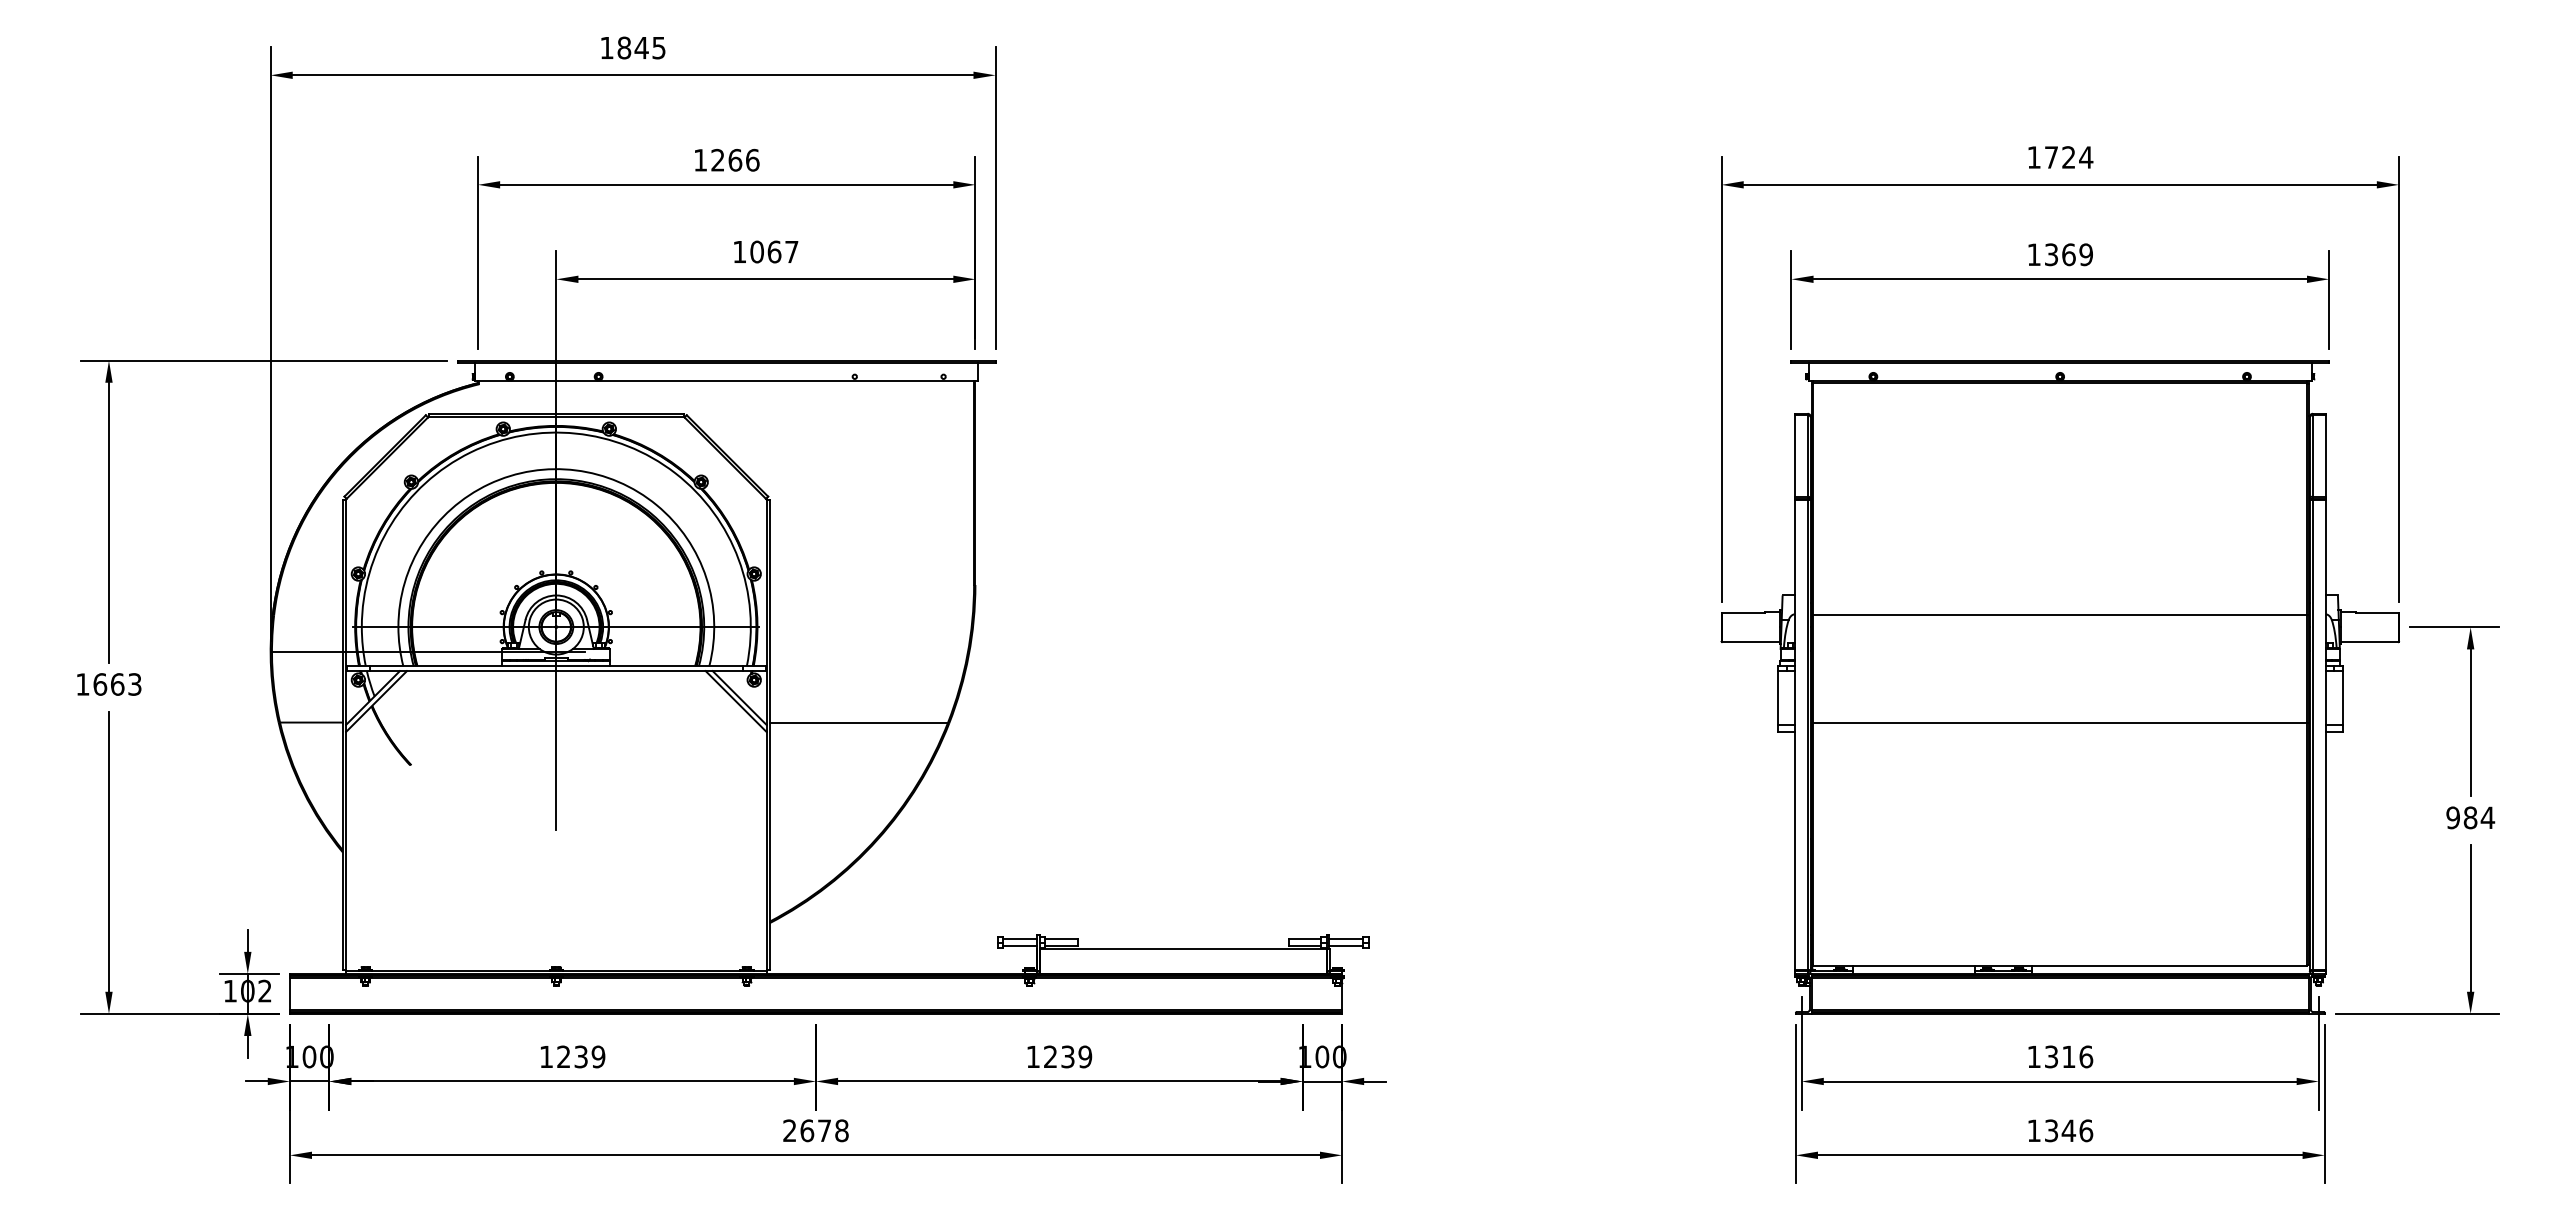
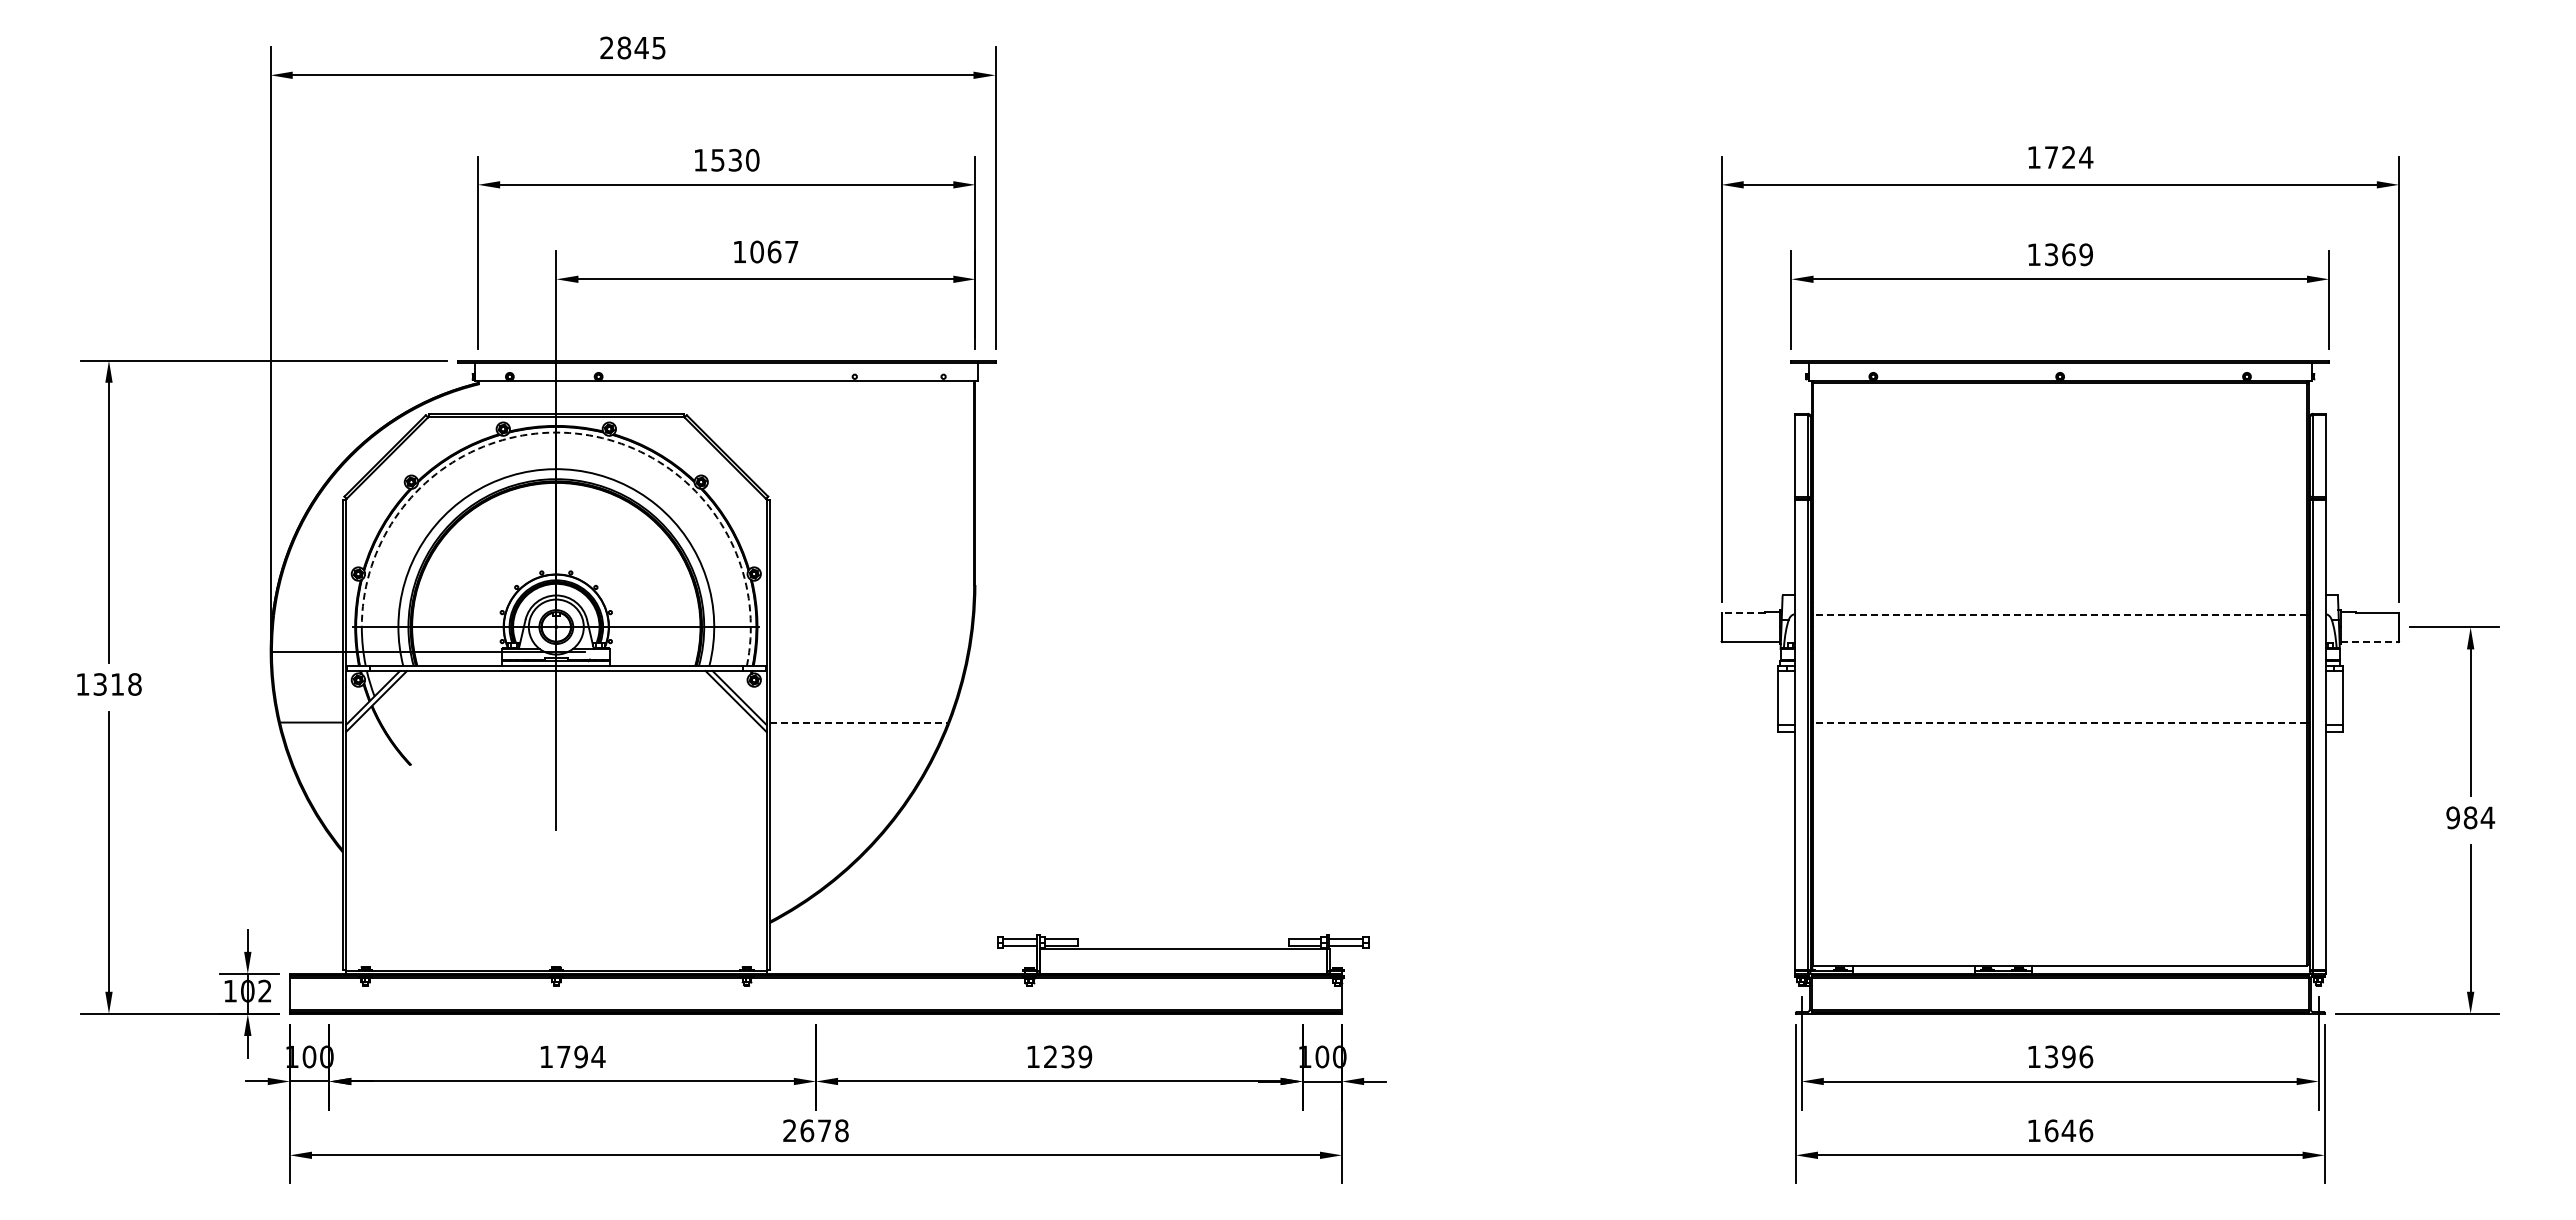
text at (606, 47): 1845 -> 2845
text at (735, 159): 1266 -> 1530
arc at (575, 433): solid -> dashed
line at (1742, 612): solid -> dashed
line at (2060, 614): solid -> dashed
line at (2369, 642): solid -> dashed
text at (117, 684): 1663 -> 1318
line at (859, 722): solid -> dashed
line at (2060, 722): solid -> dashed
text at (581, 1056): 1239 -> 1794
text at (2068, 1056): 1316 -> 1396
text at (2051, 1130): 1346 -> 1646
